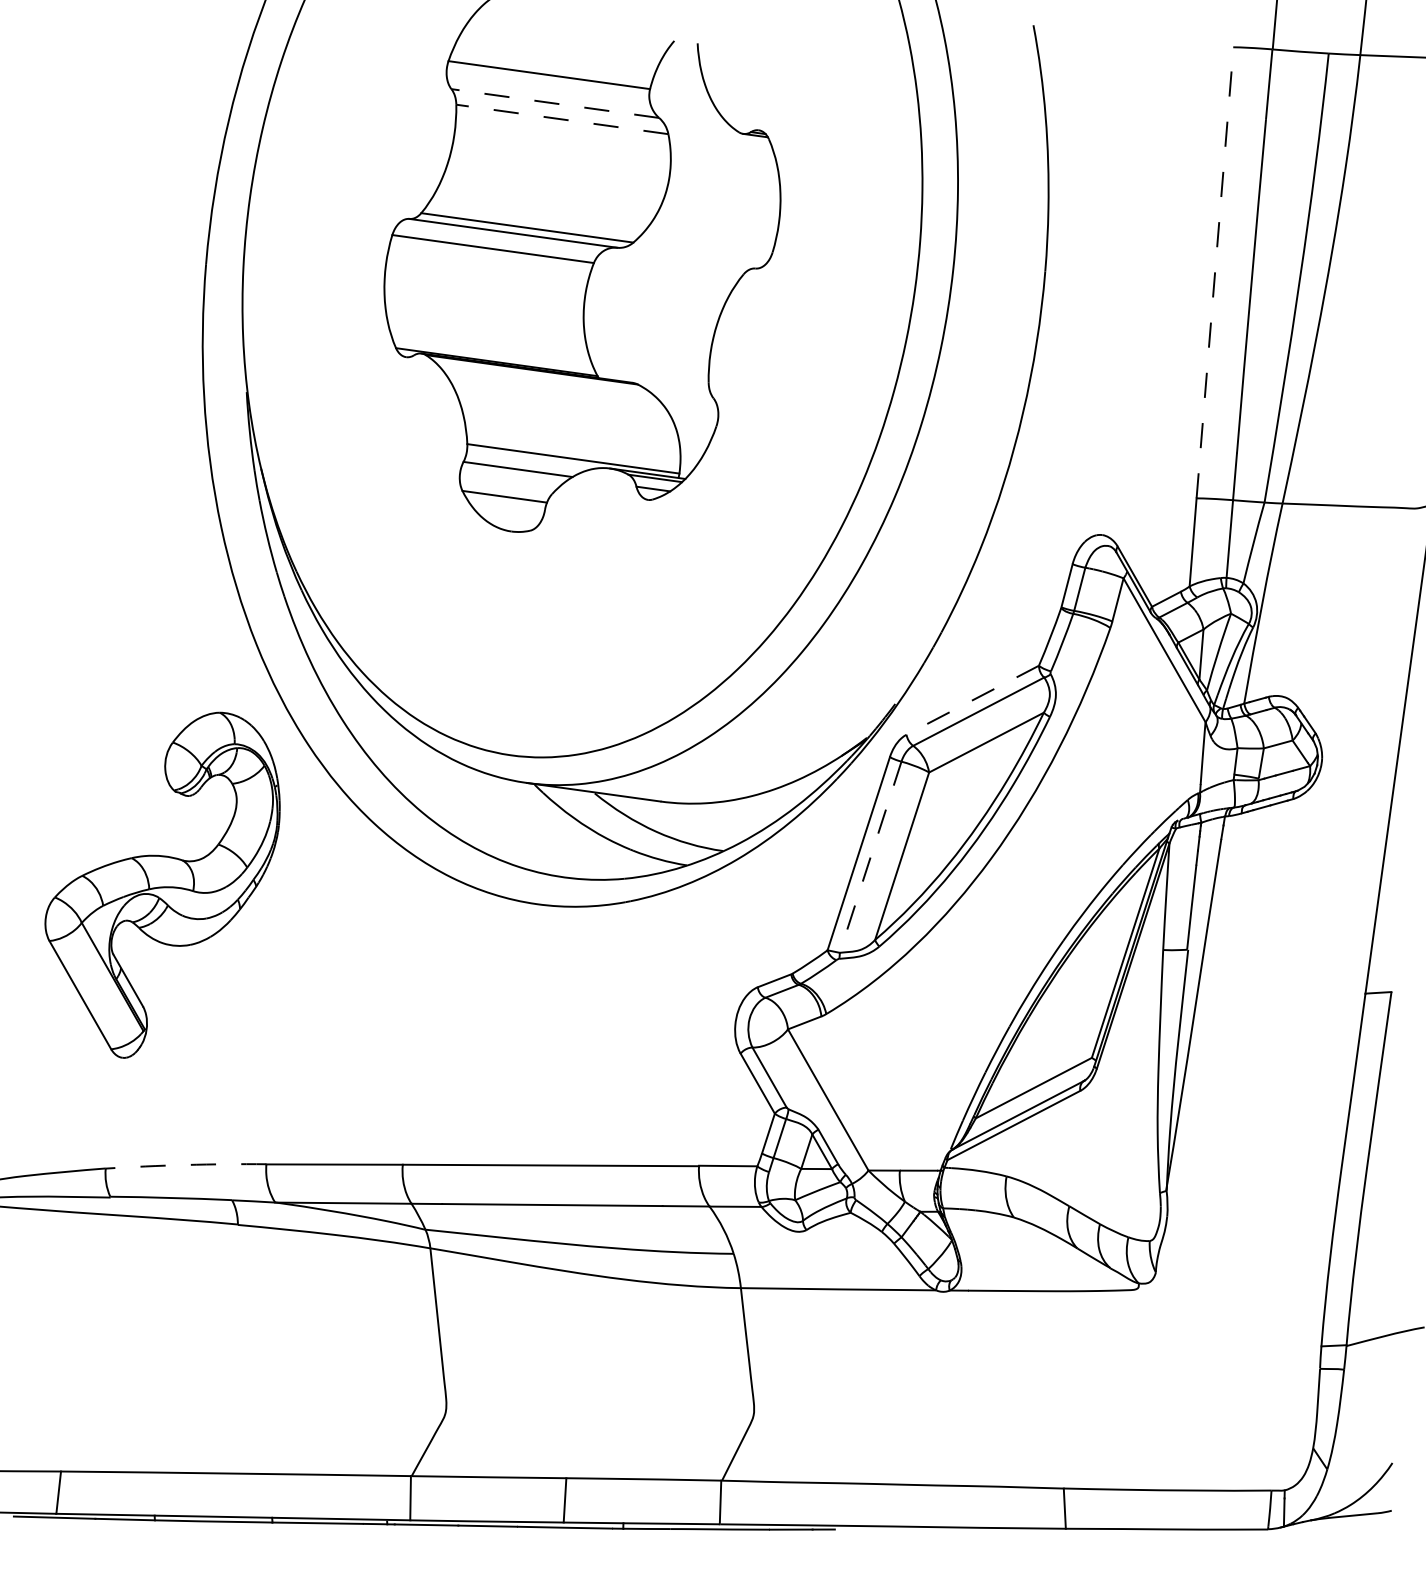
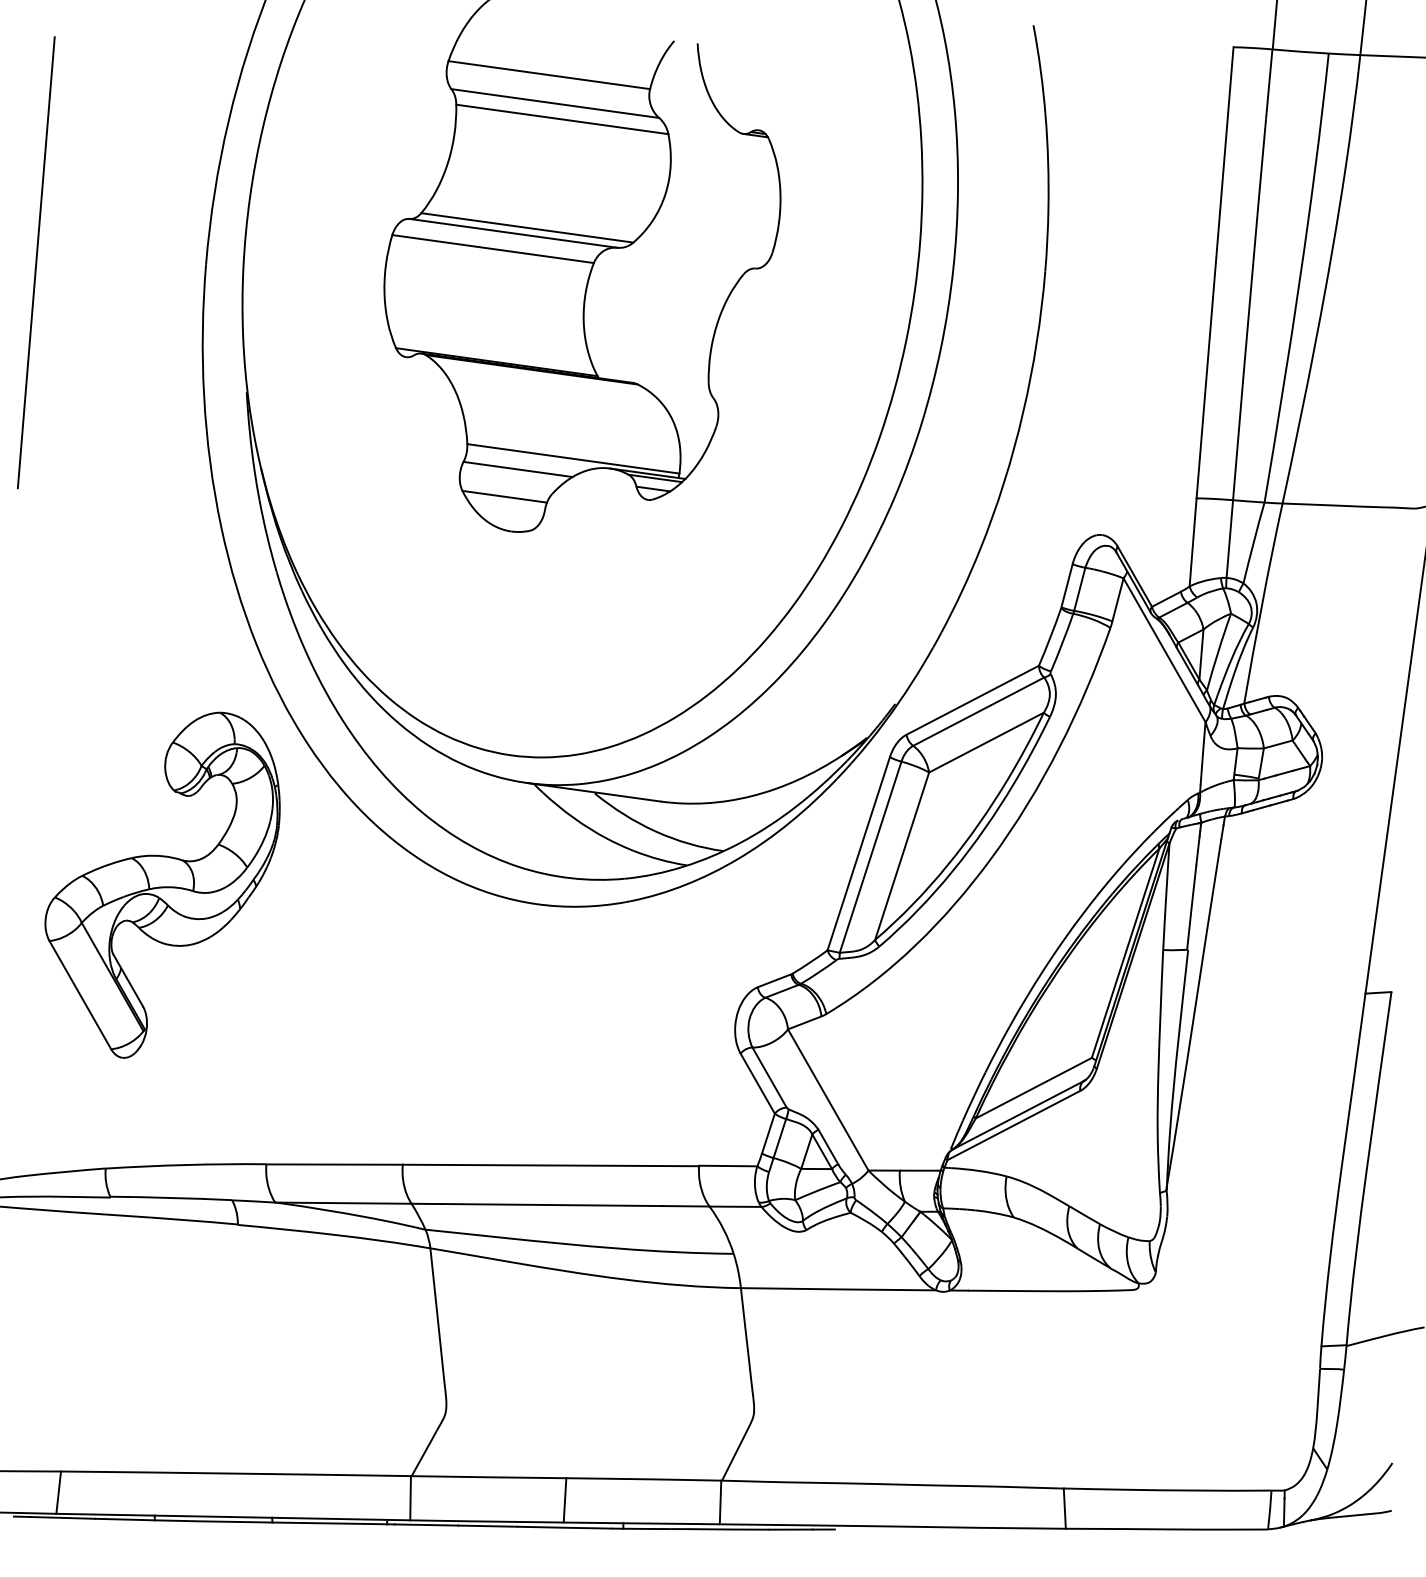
line at (555, 103): dashed -> solid
line at (561, 119): dashed -> solid
line at (36, 262): none -> present
line at (1215, 272): dashed -> solid
line at (972, 700): dashed -> solid
line at (870, 857): dashed -> solid
arc at (186, 1164): dashed -> solid
